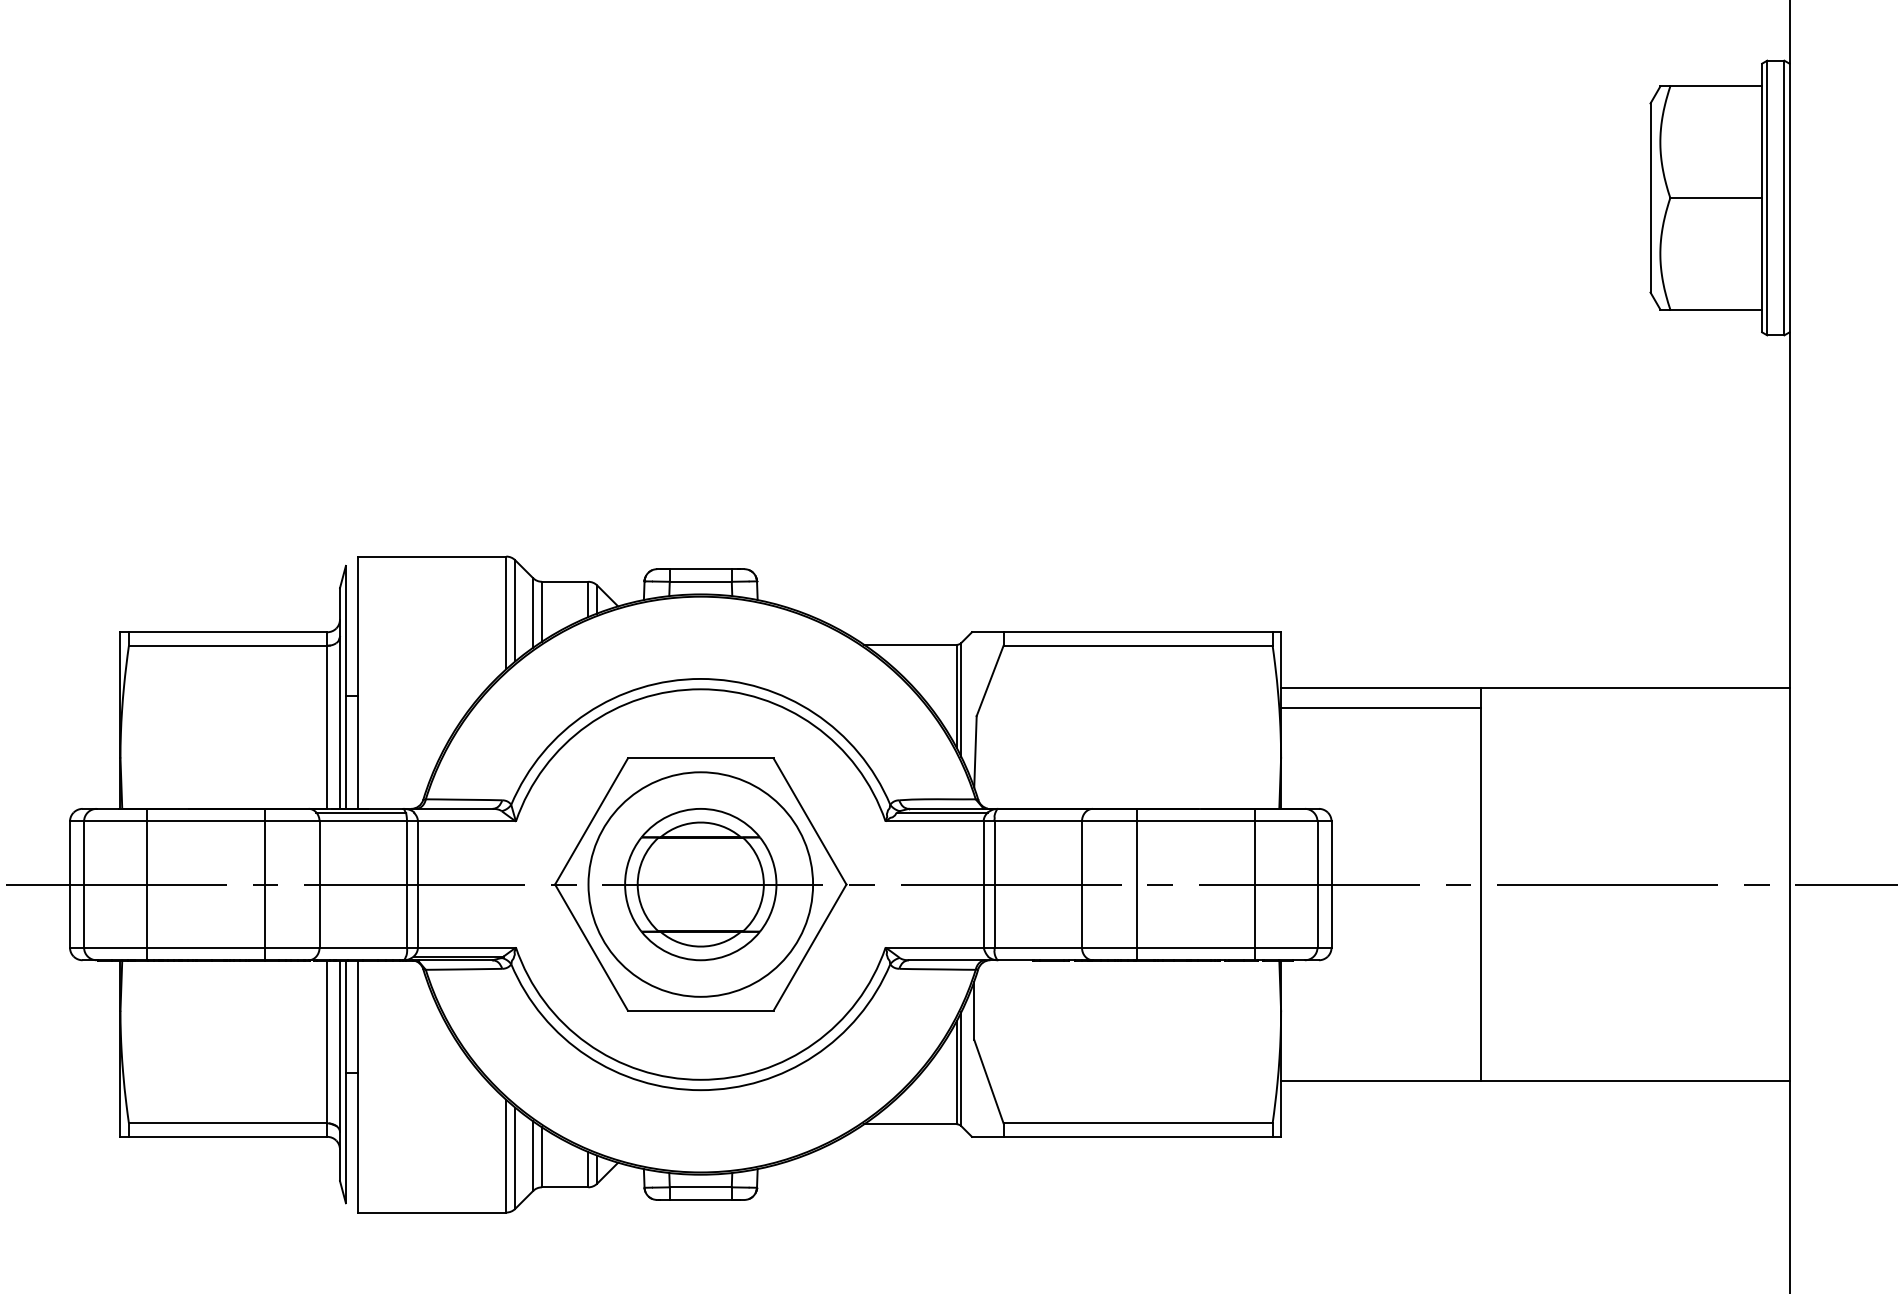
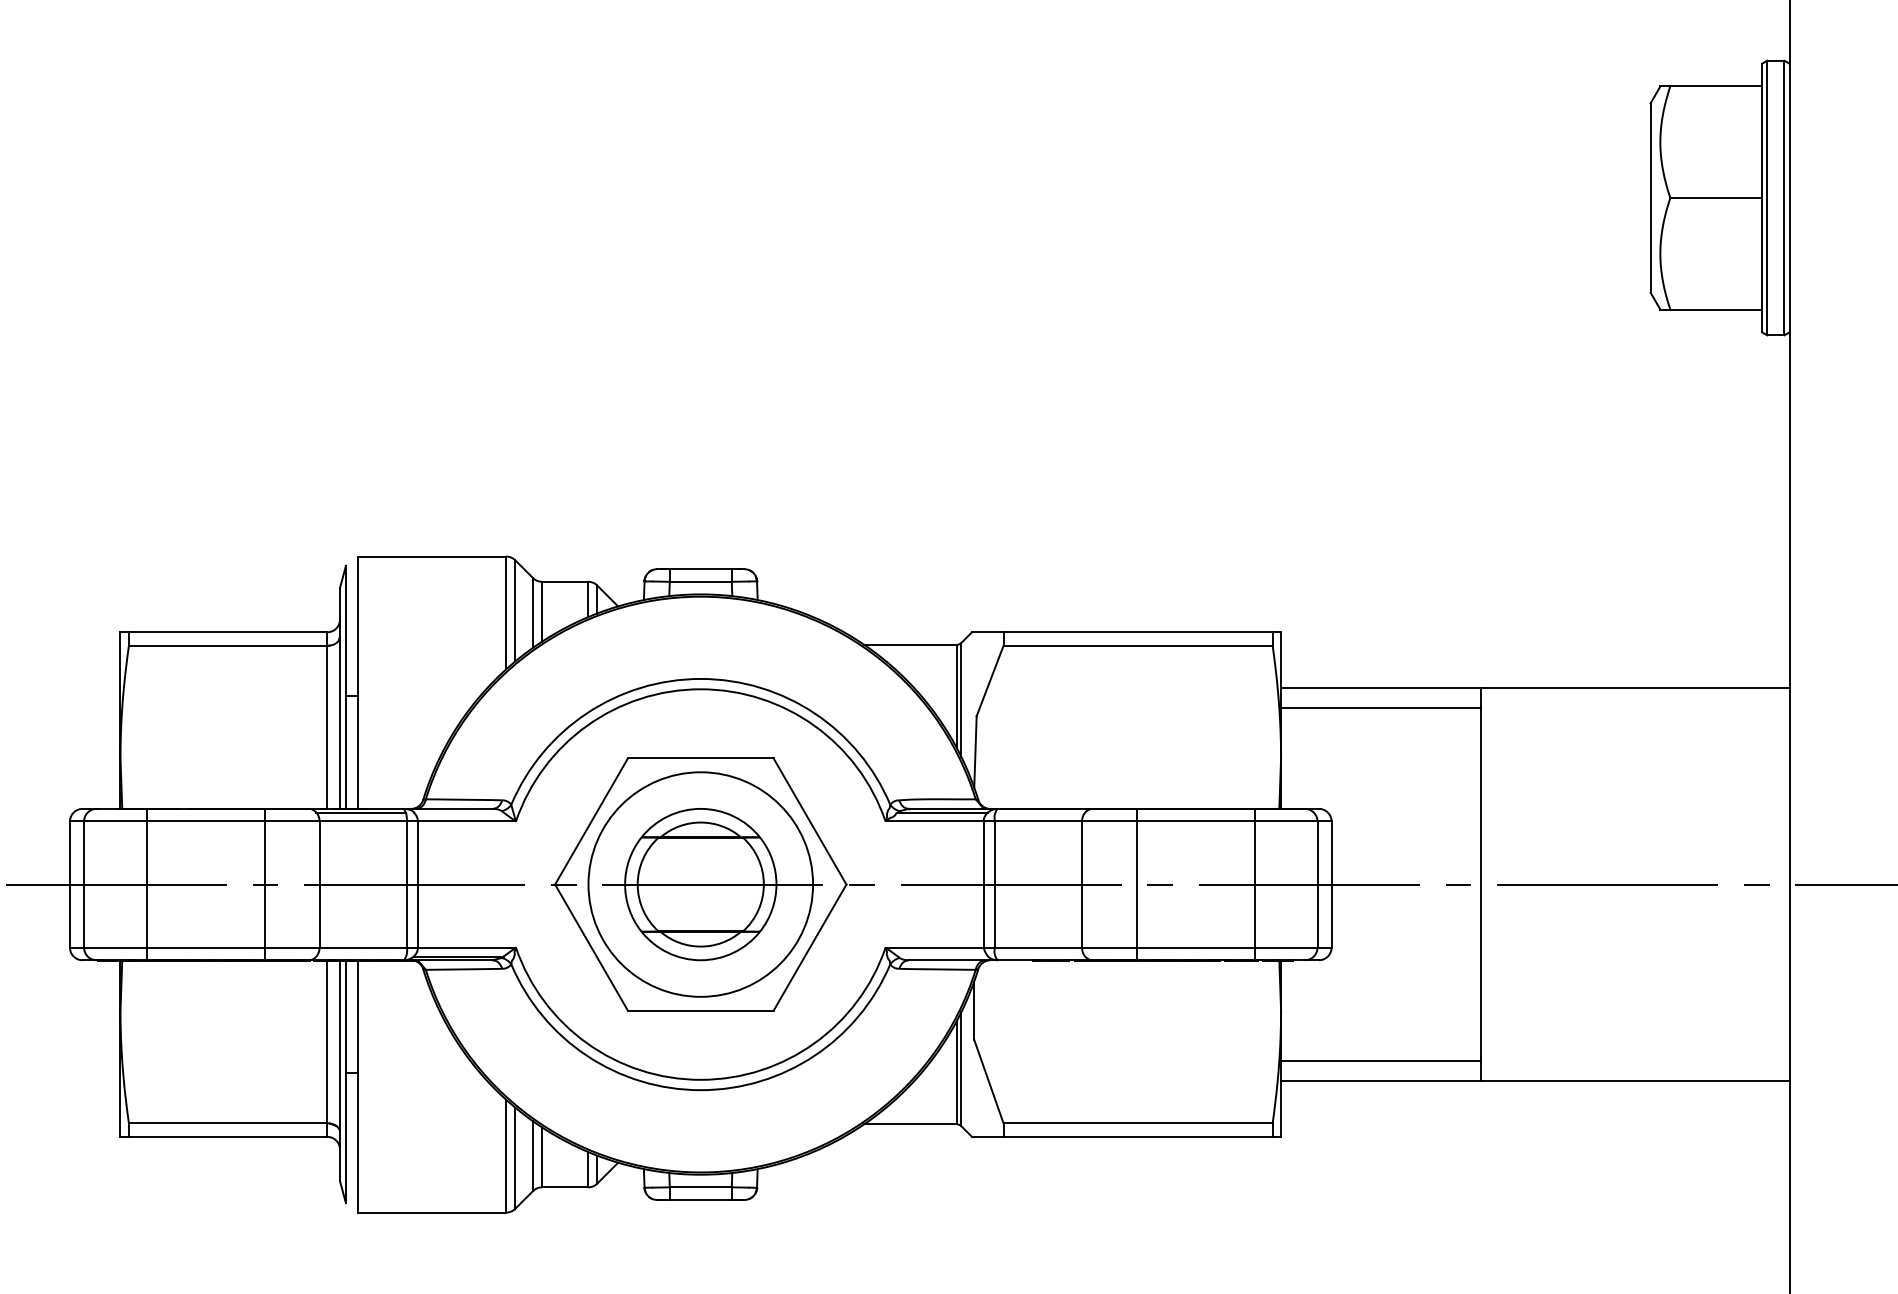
line at (1380, 1061): none -> present
